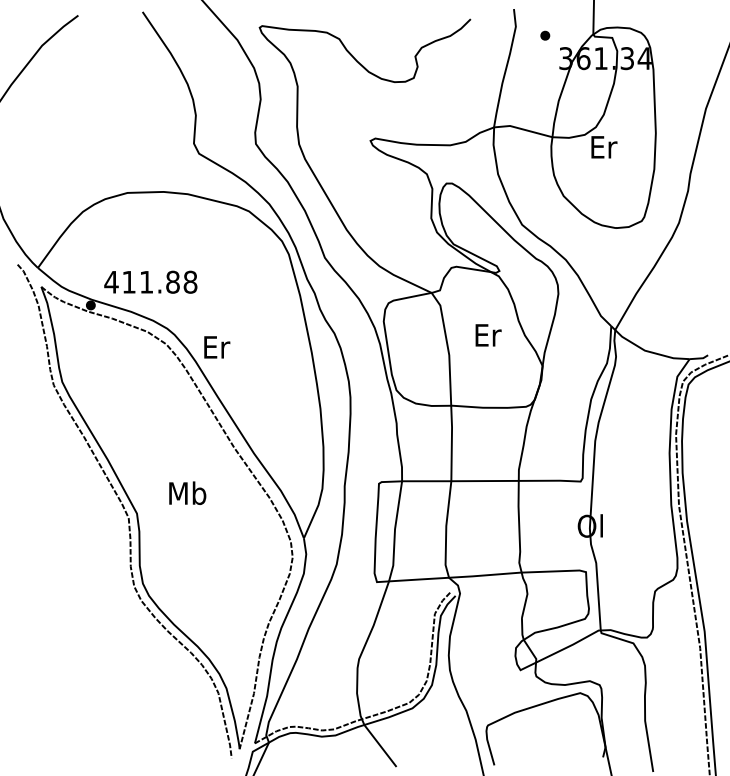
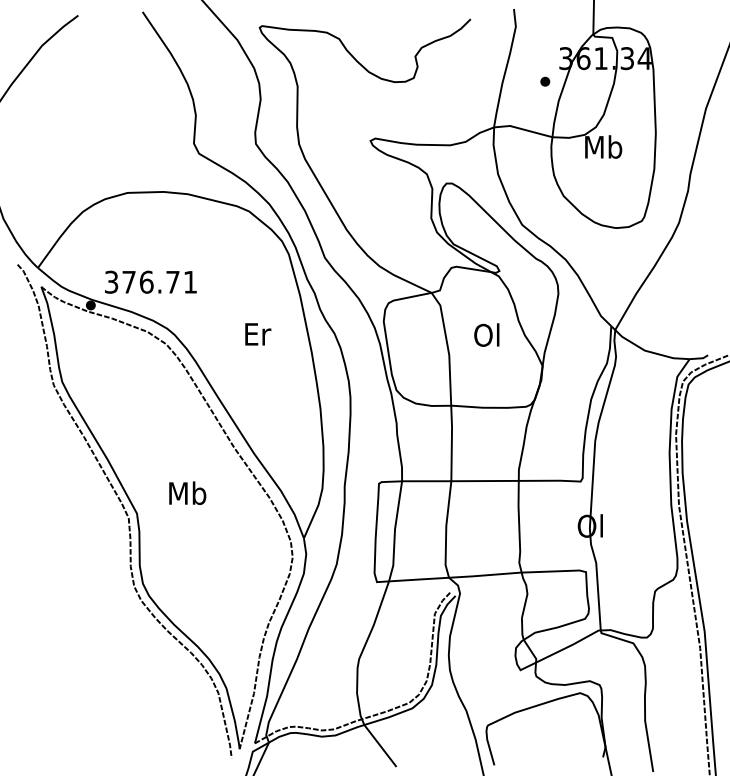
part at (545, 35) position: (545, 35) -> (545, 81)
text at (603, 146): Er -> Mb
text at (150, 281): 411.88 -> 376.71
text at (487, 334): Er -> Ol
text at (217, 347) position: (217, 347) -> (258, 334)
